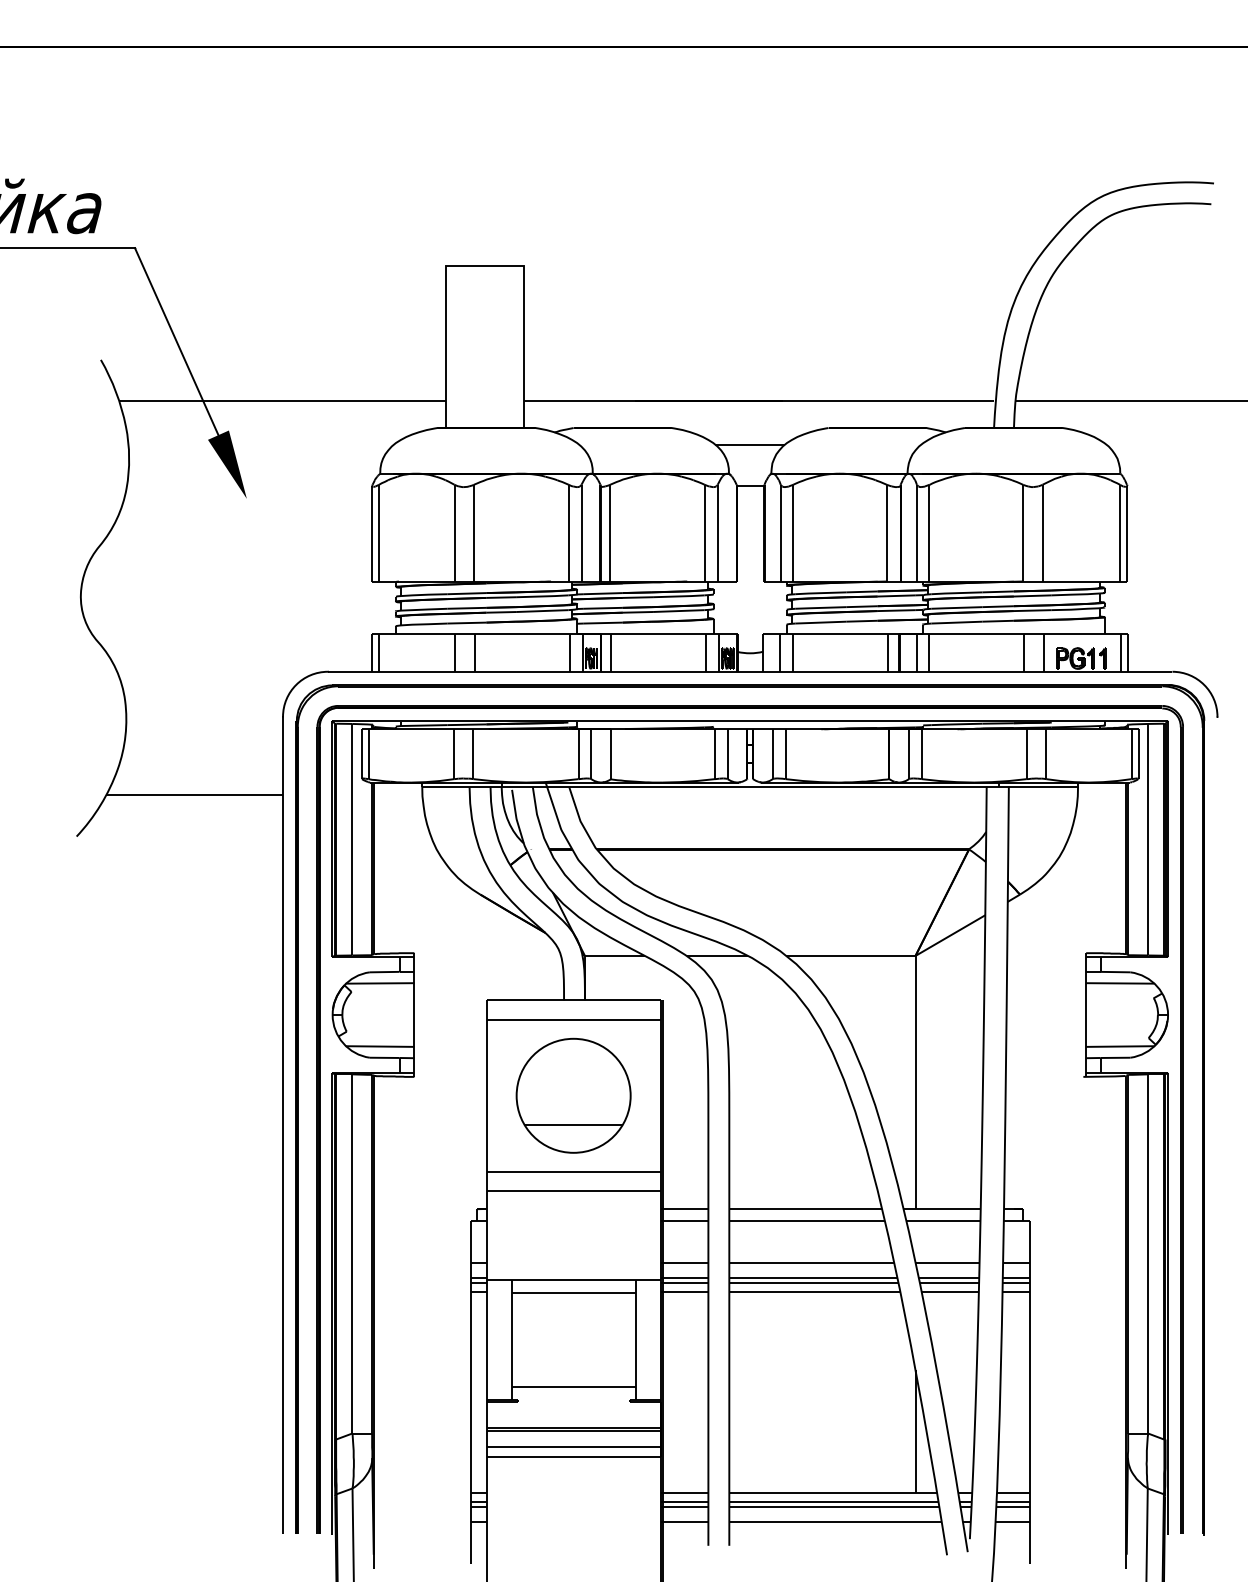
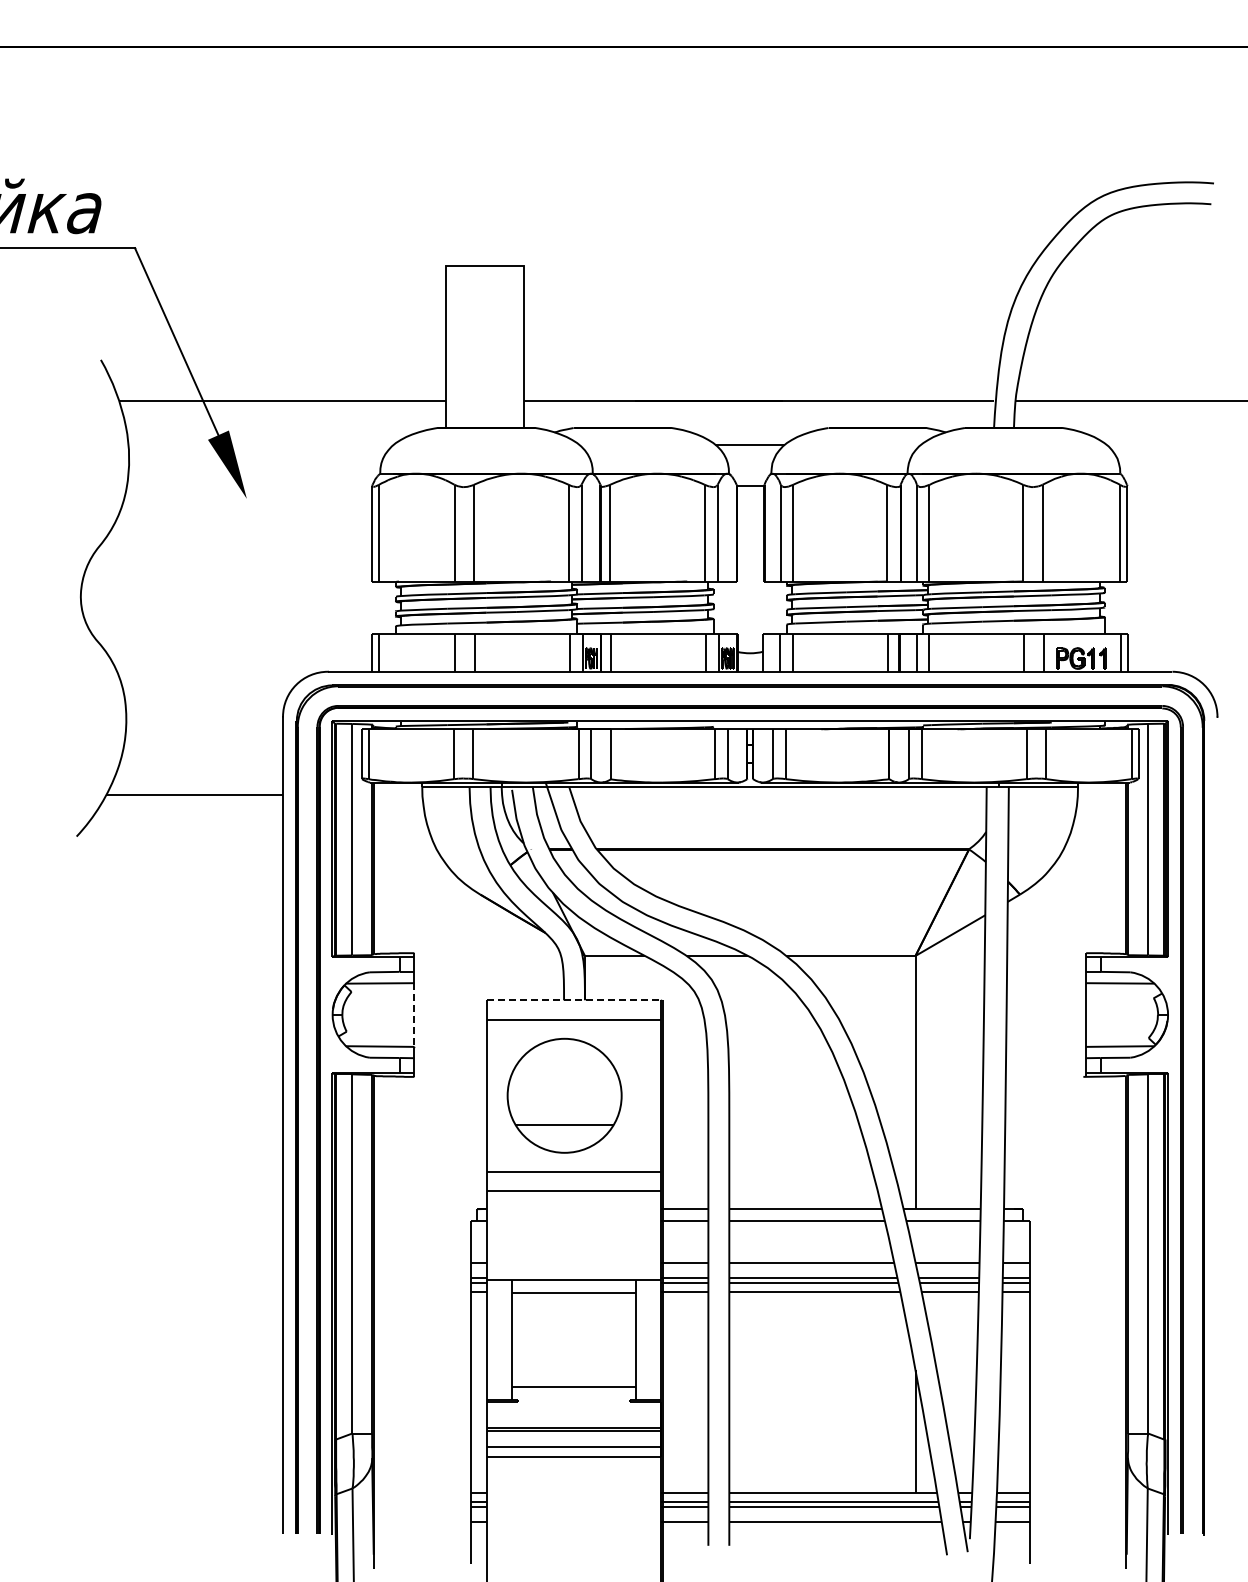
line at (574, 1000): solid -> dashed
line at (414, 1016): solid -> dashed
part at (573, 1095) position: (573, 1095) -> (564, 1095)
